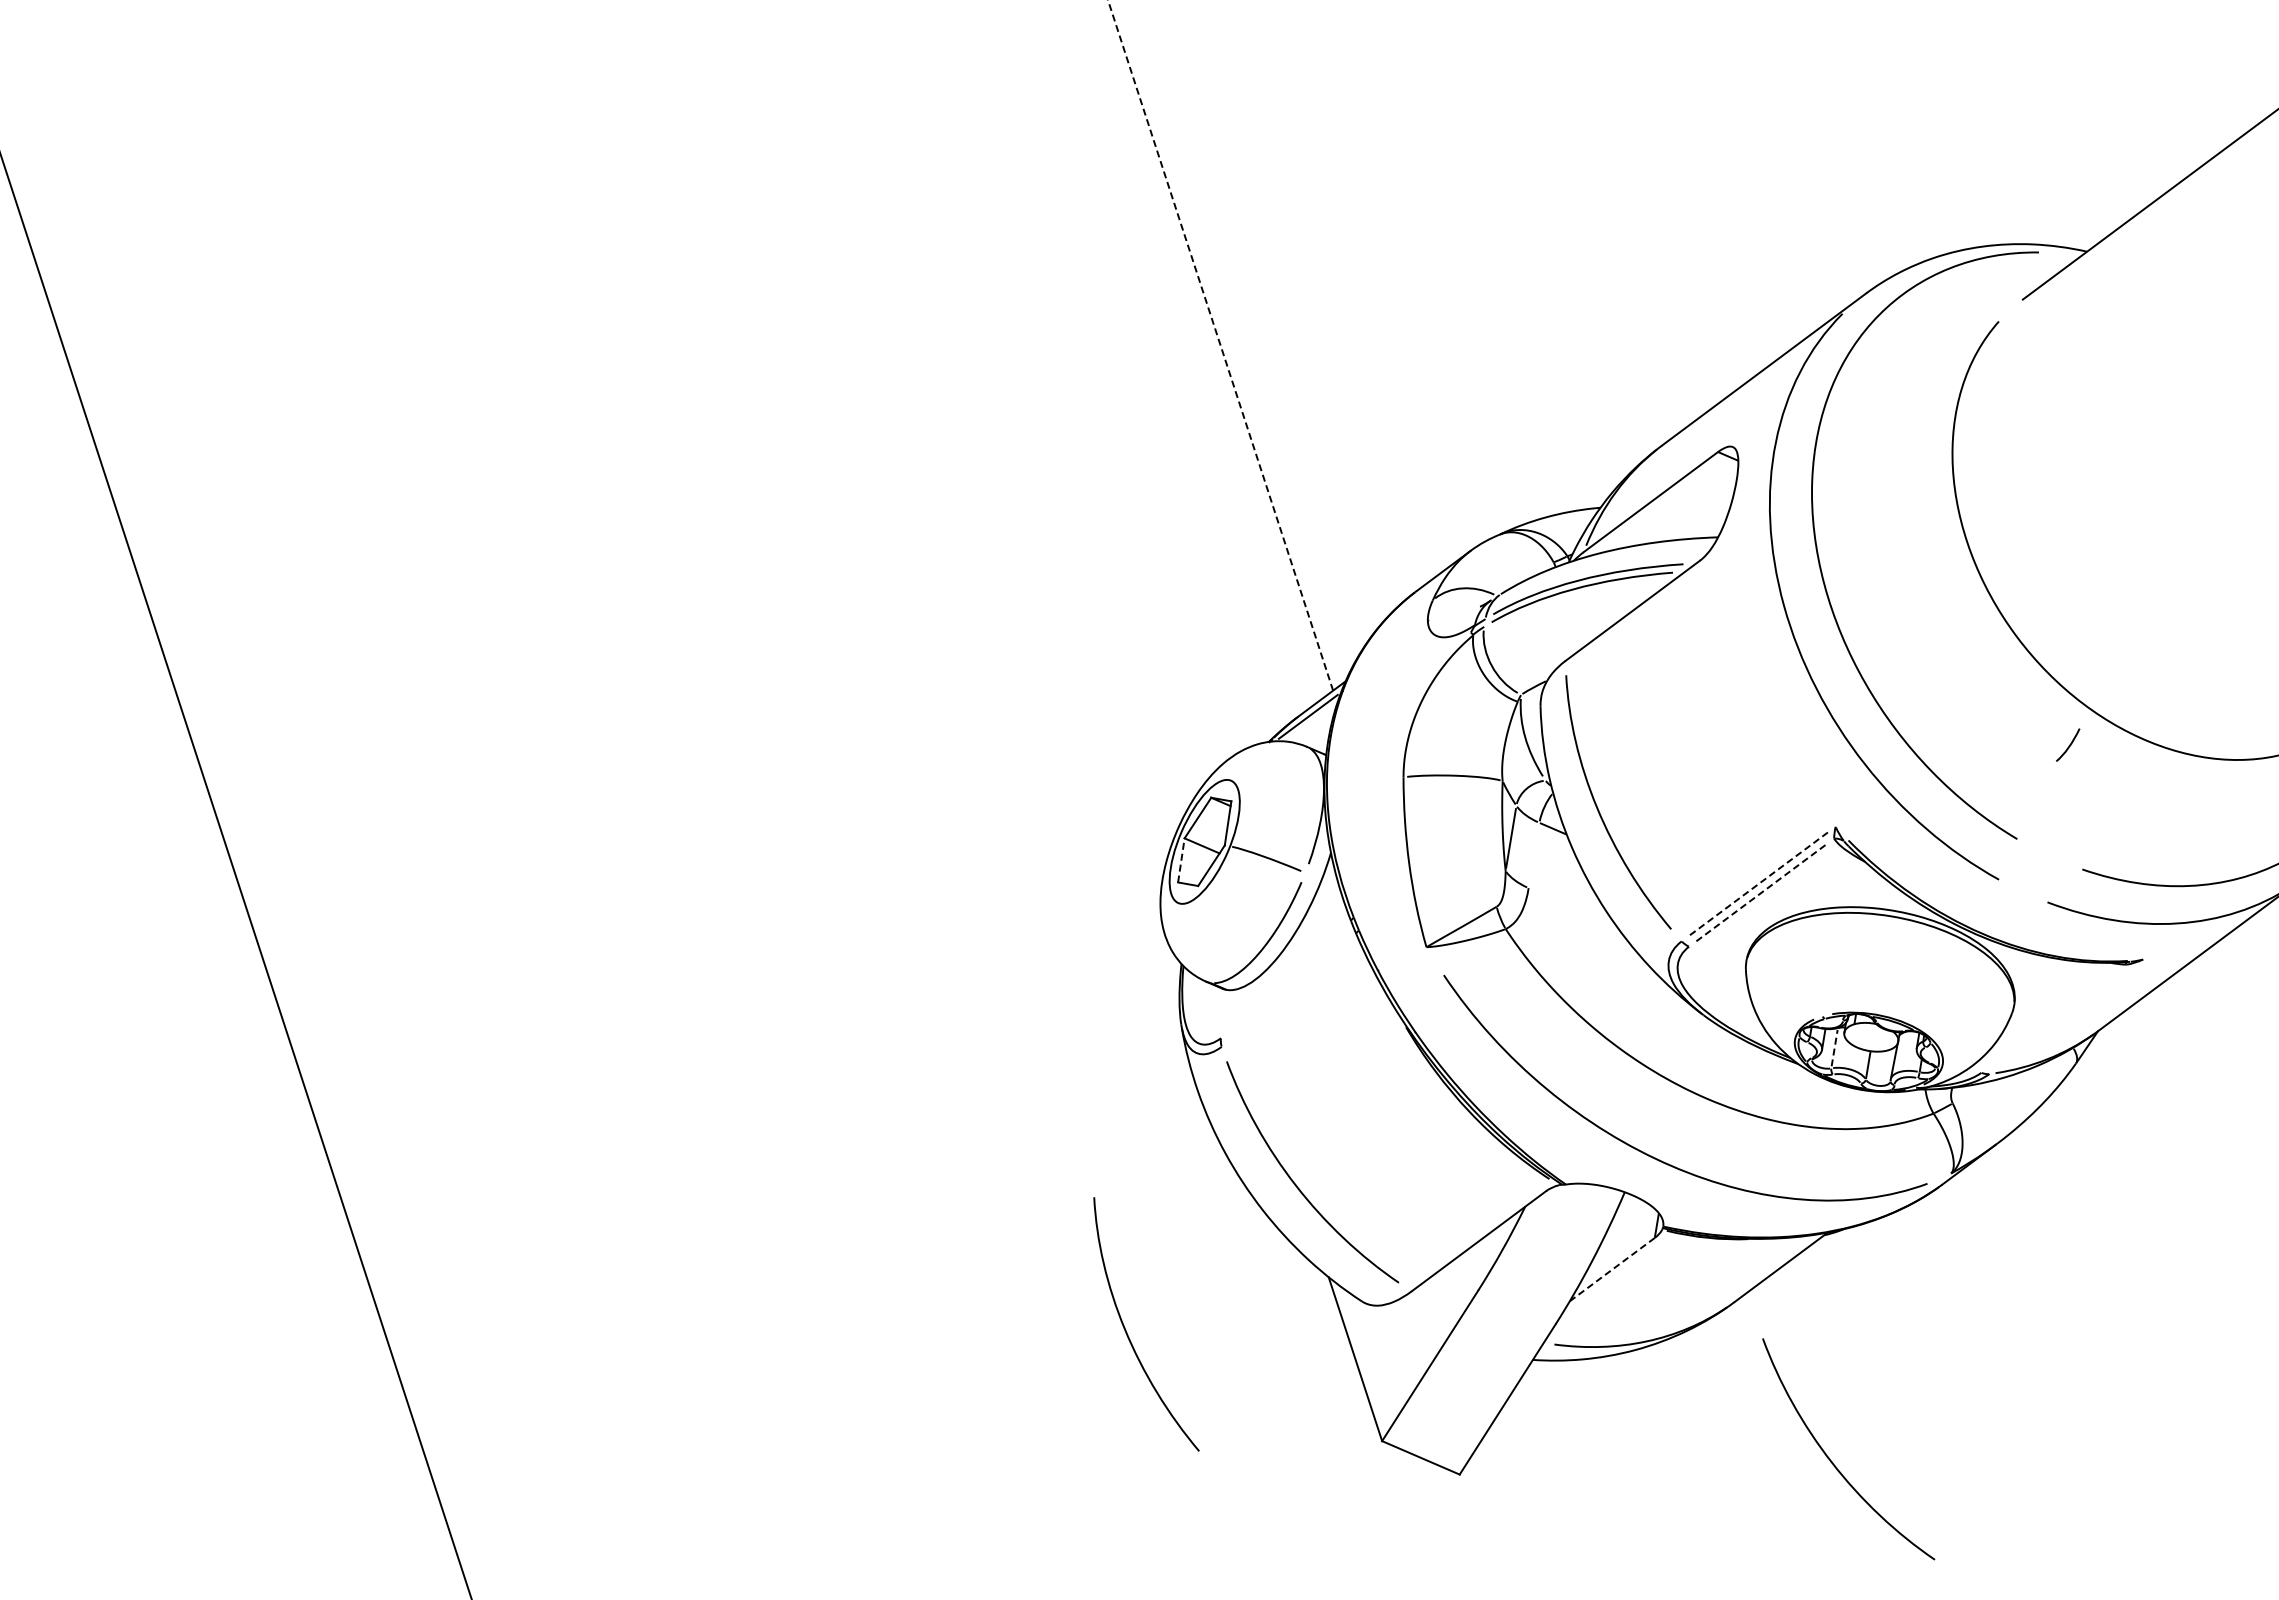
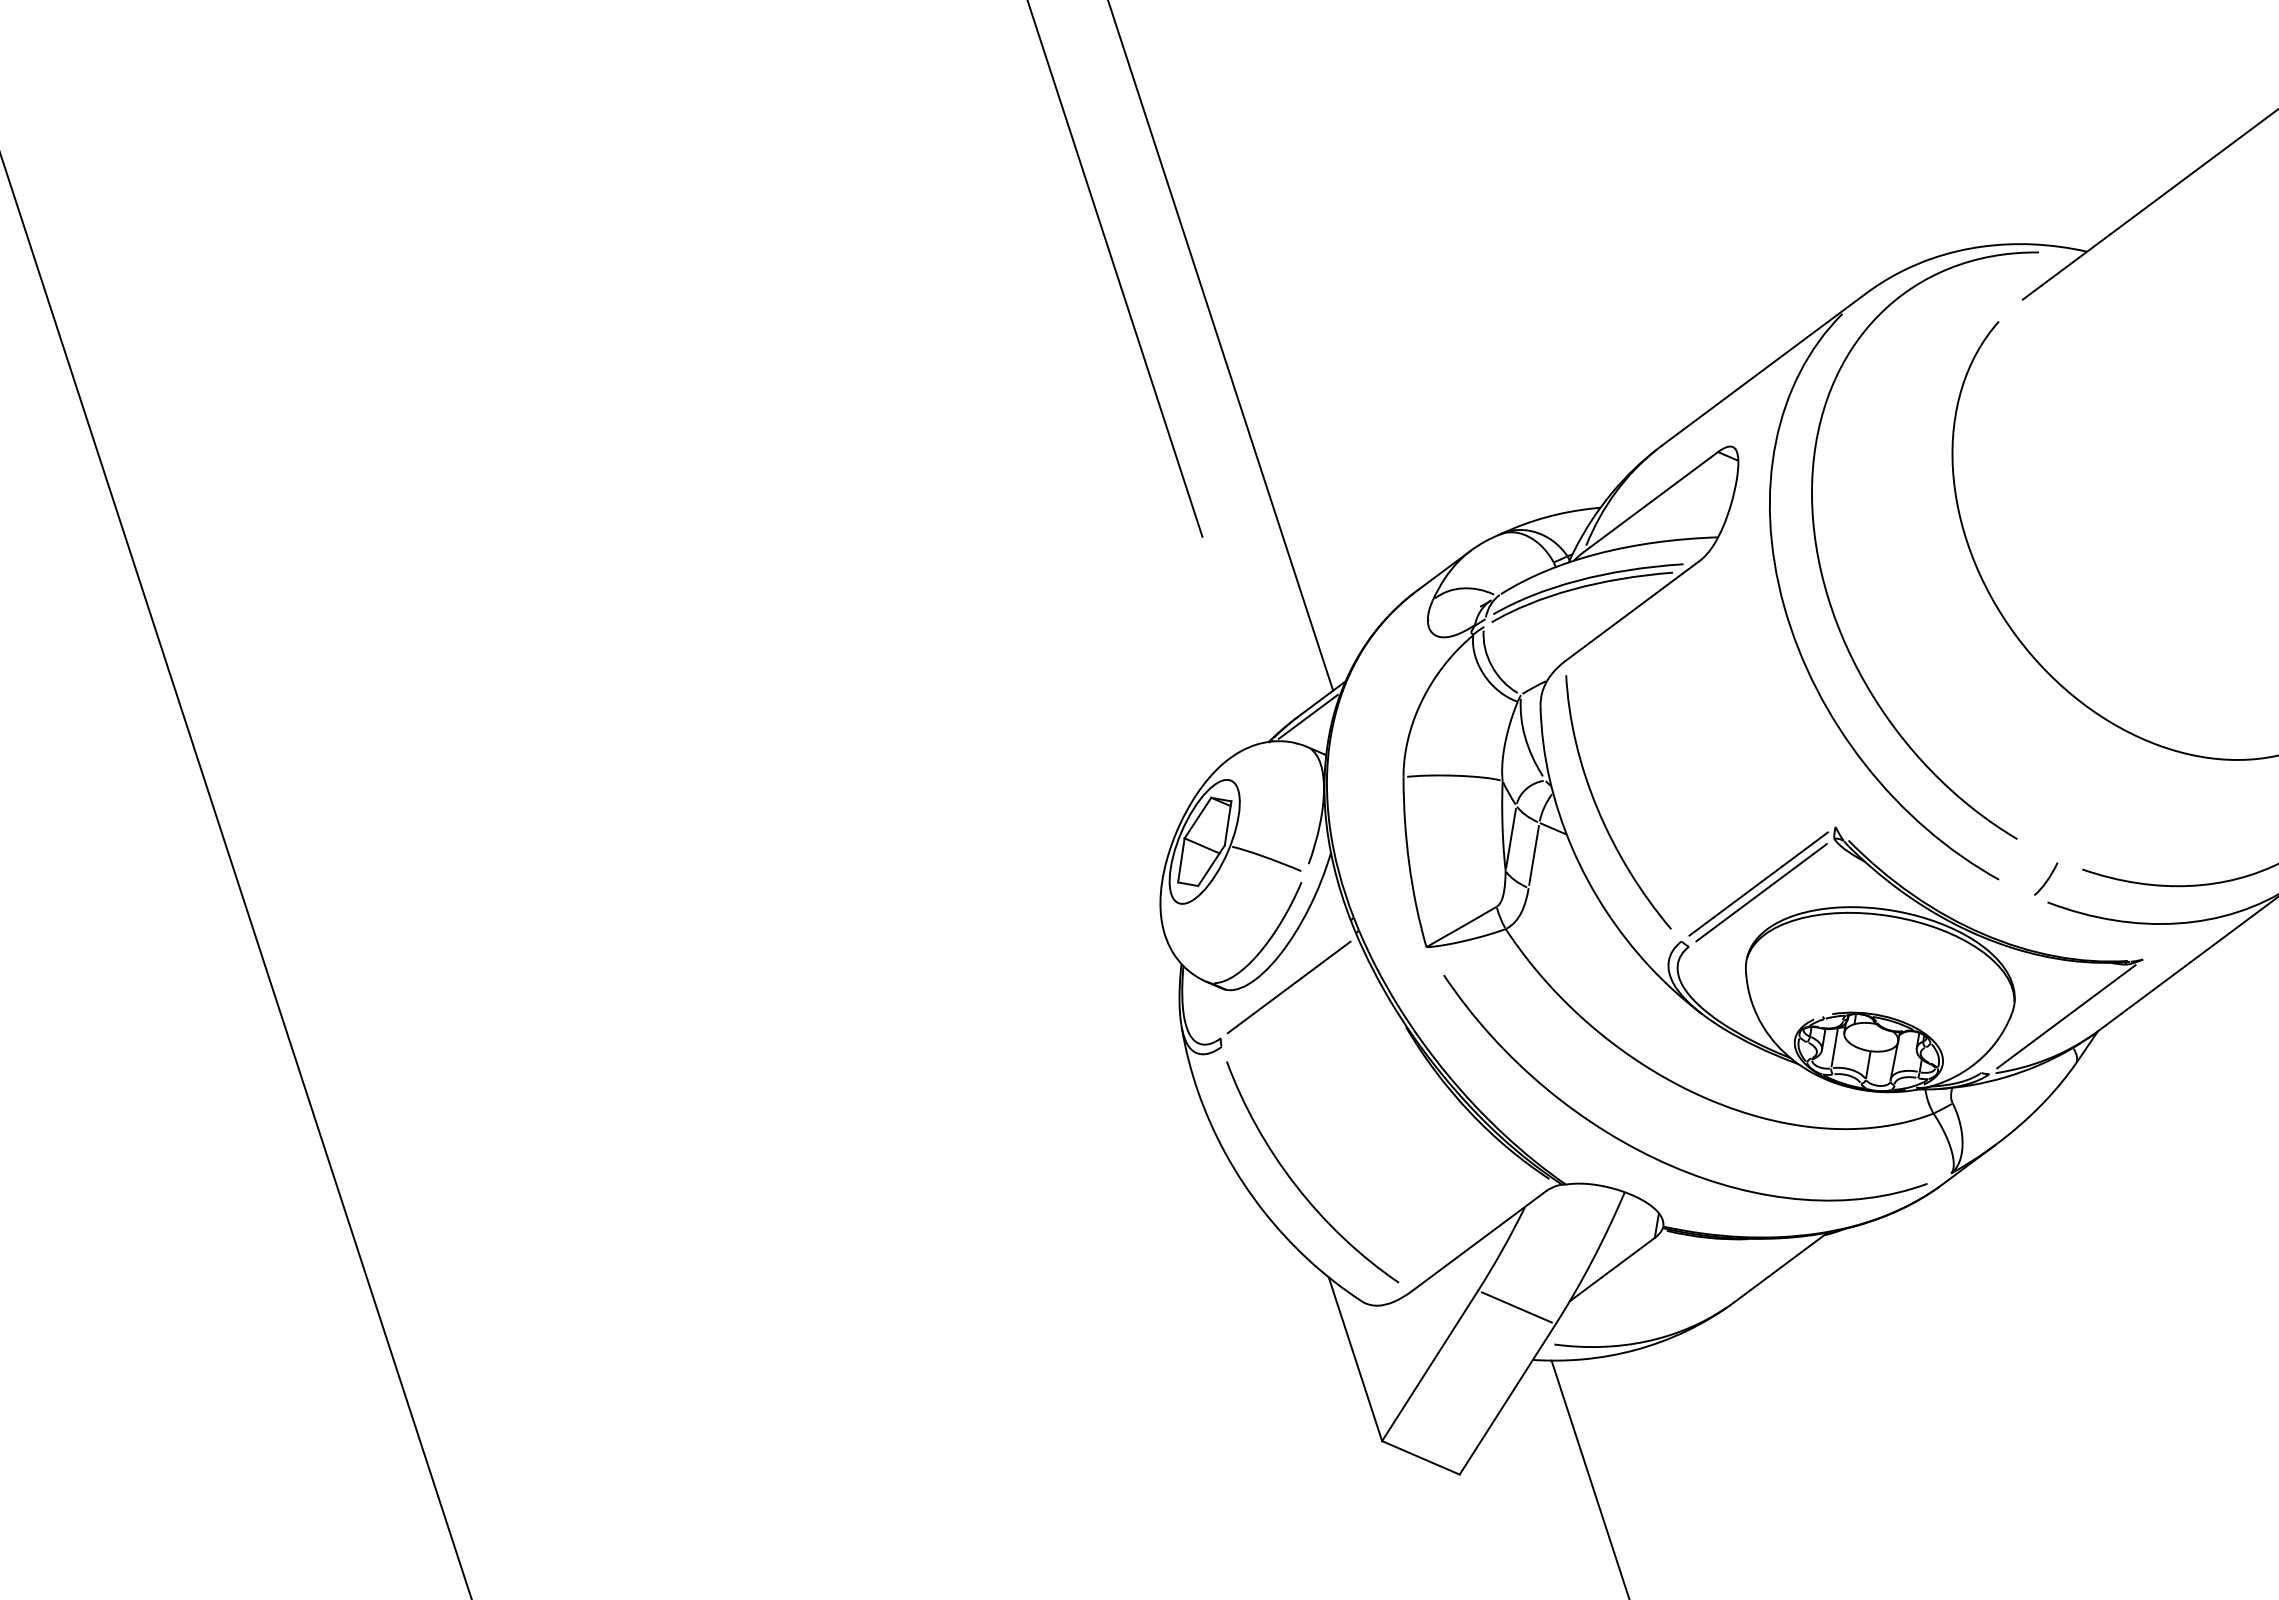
line at (1115, 269): none -> present
line at (1220, 345): dashed -> solid
curve at (2069, 744) position: (2069, 744) -> (2047, 878)
line at (1533, 855): none -> present
line at (1181, 859): dashed -> solid
line at (1758, 884): dashed -> solid
line at (1762, 892): dashed -> solid
line at (1288, 987): none -> present
line at (2066, 1016): none -> present
line at (1834, 1047): dashed -> solid
line at (1612, 1269): dashed -> solid
line at (1516, 1307): none -> present
curve at (1128, 1334): present -> none
curve at (1833, 1462): present -> none
line at (1589, 1478): none -> present
